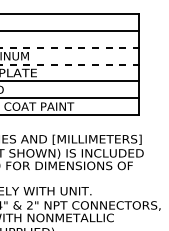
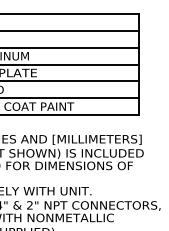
line at (70, 47): dashed -> solid
line at (70, 64): dashed -> solid
